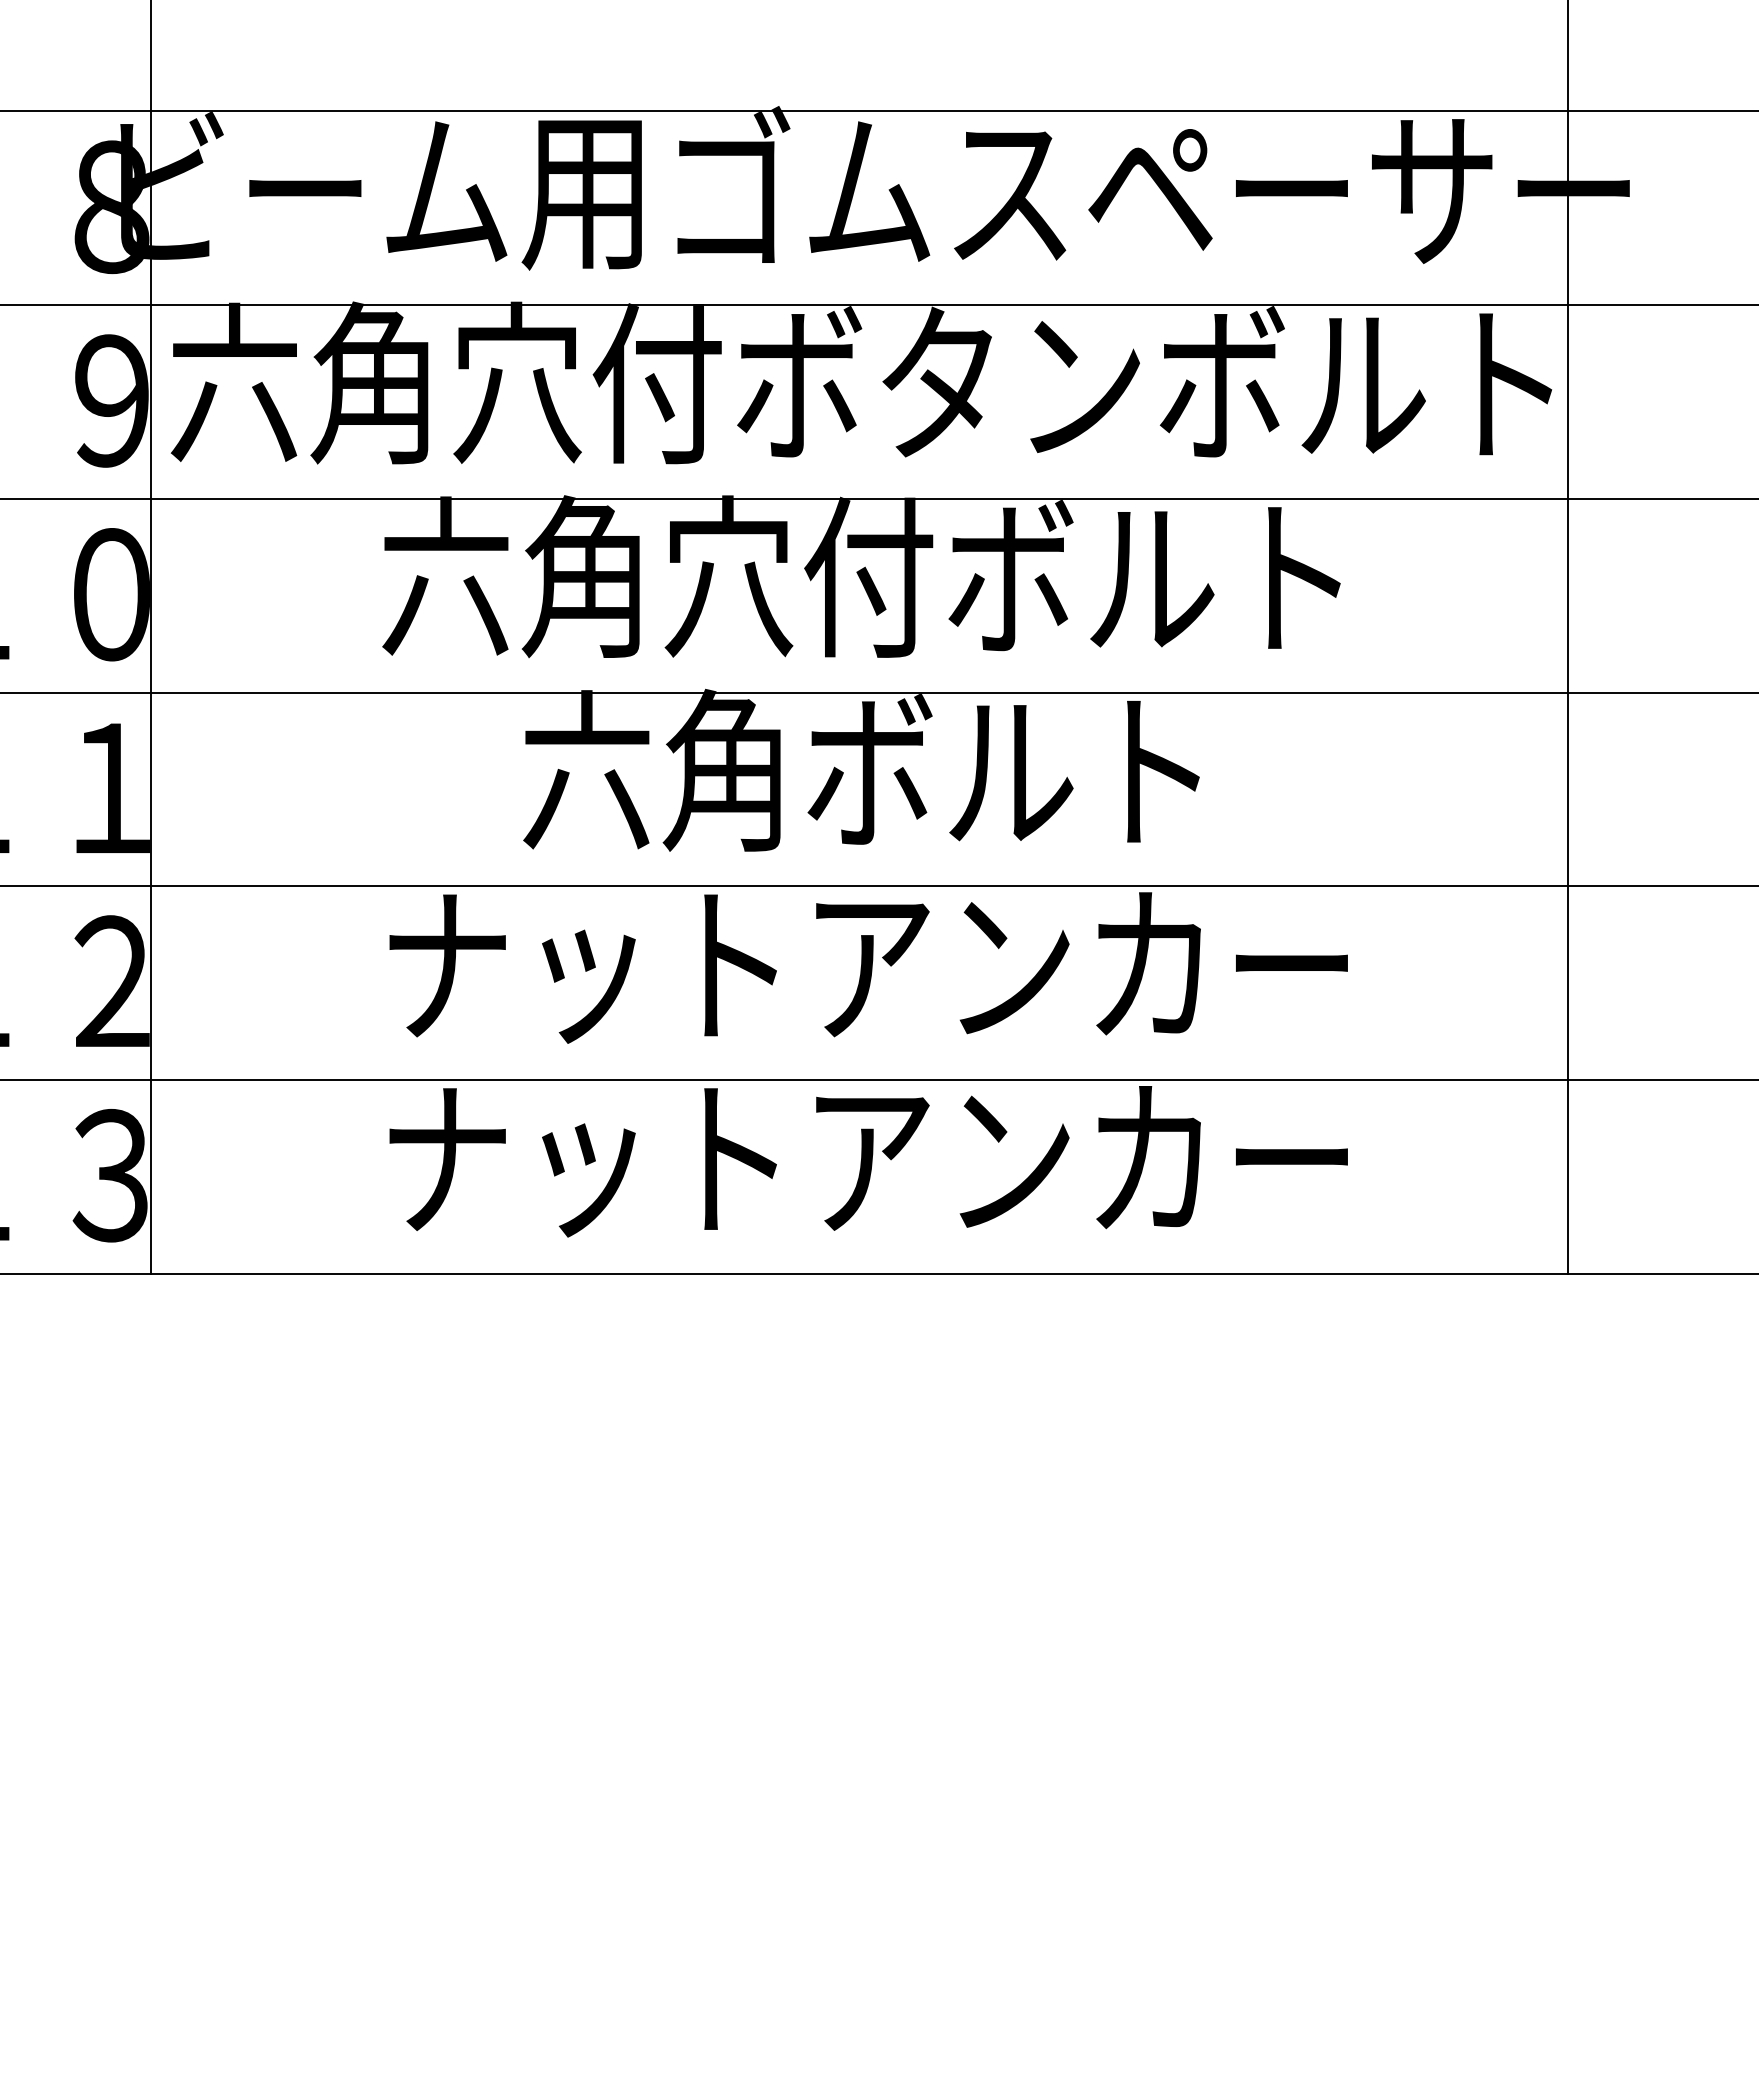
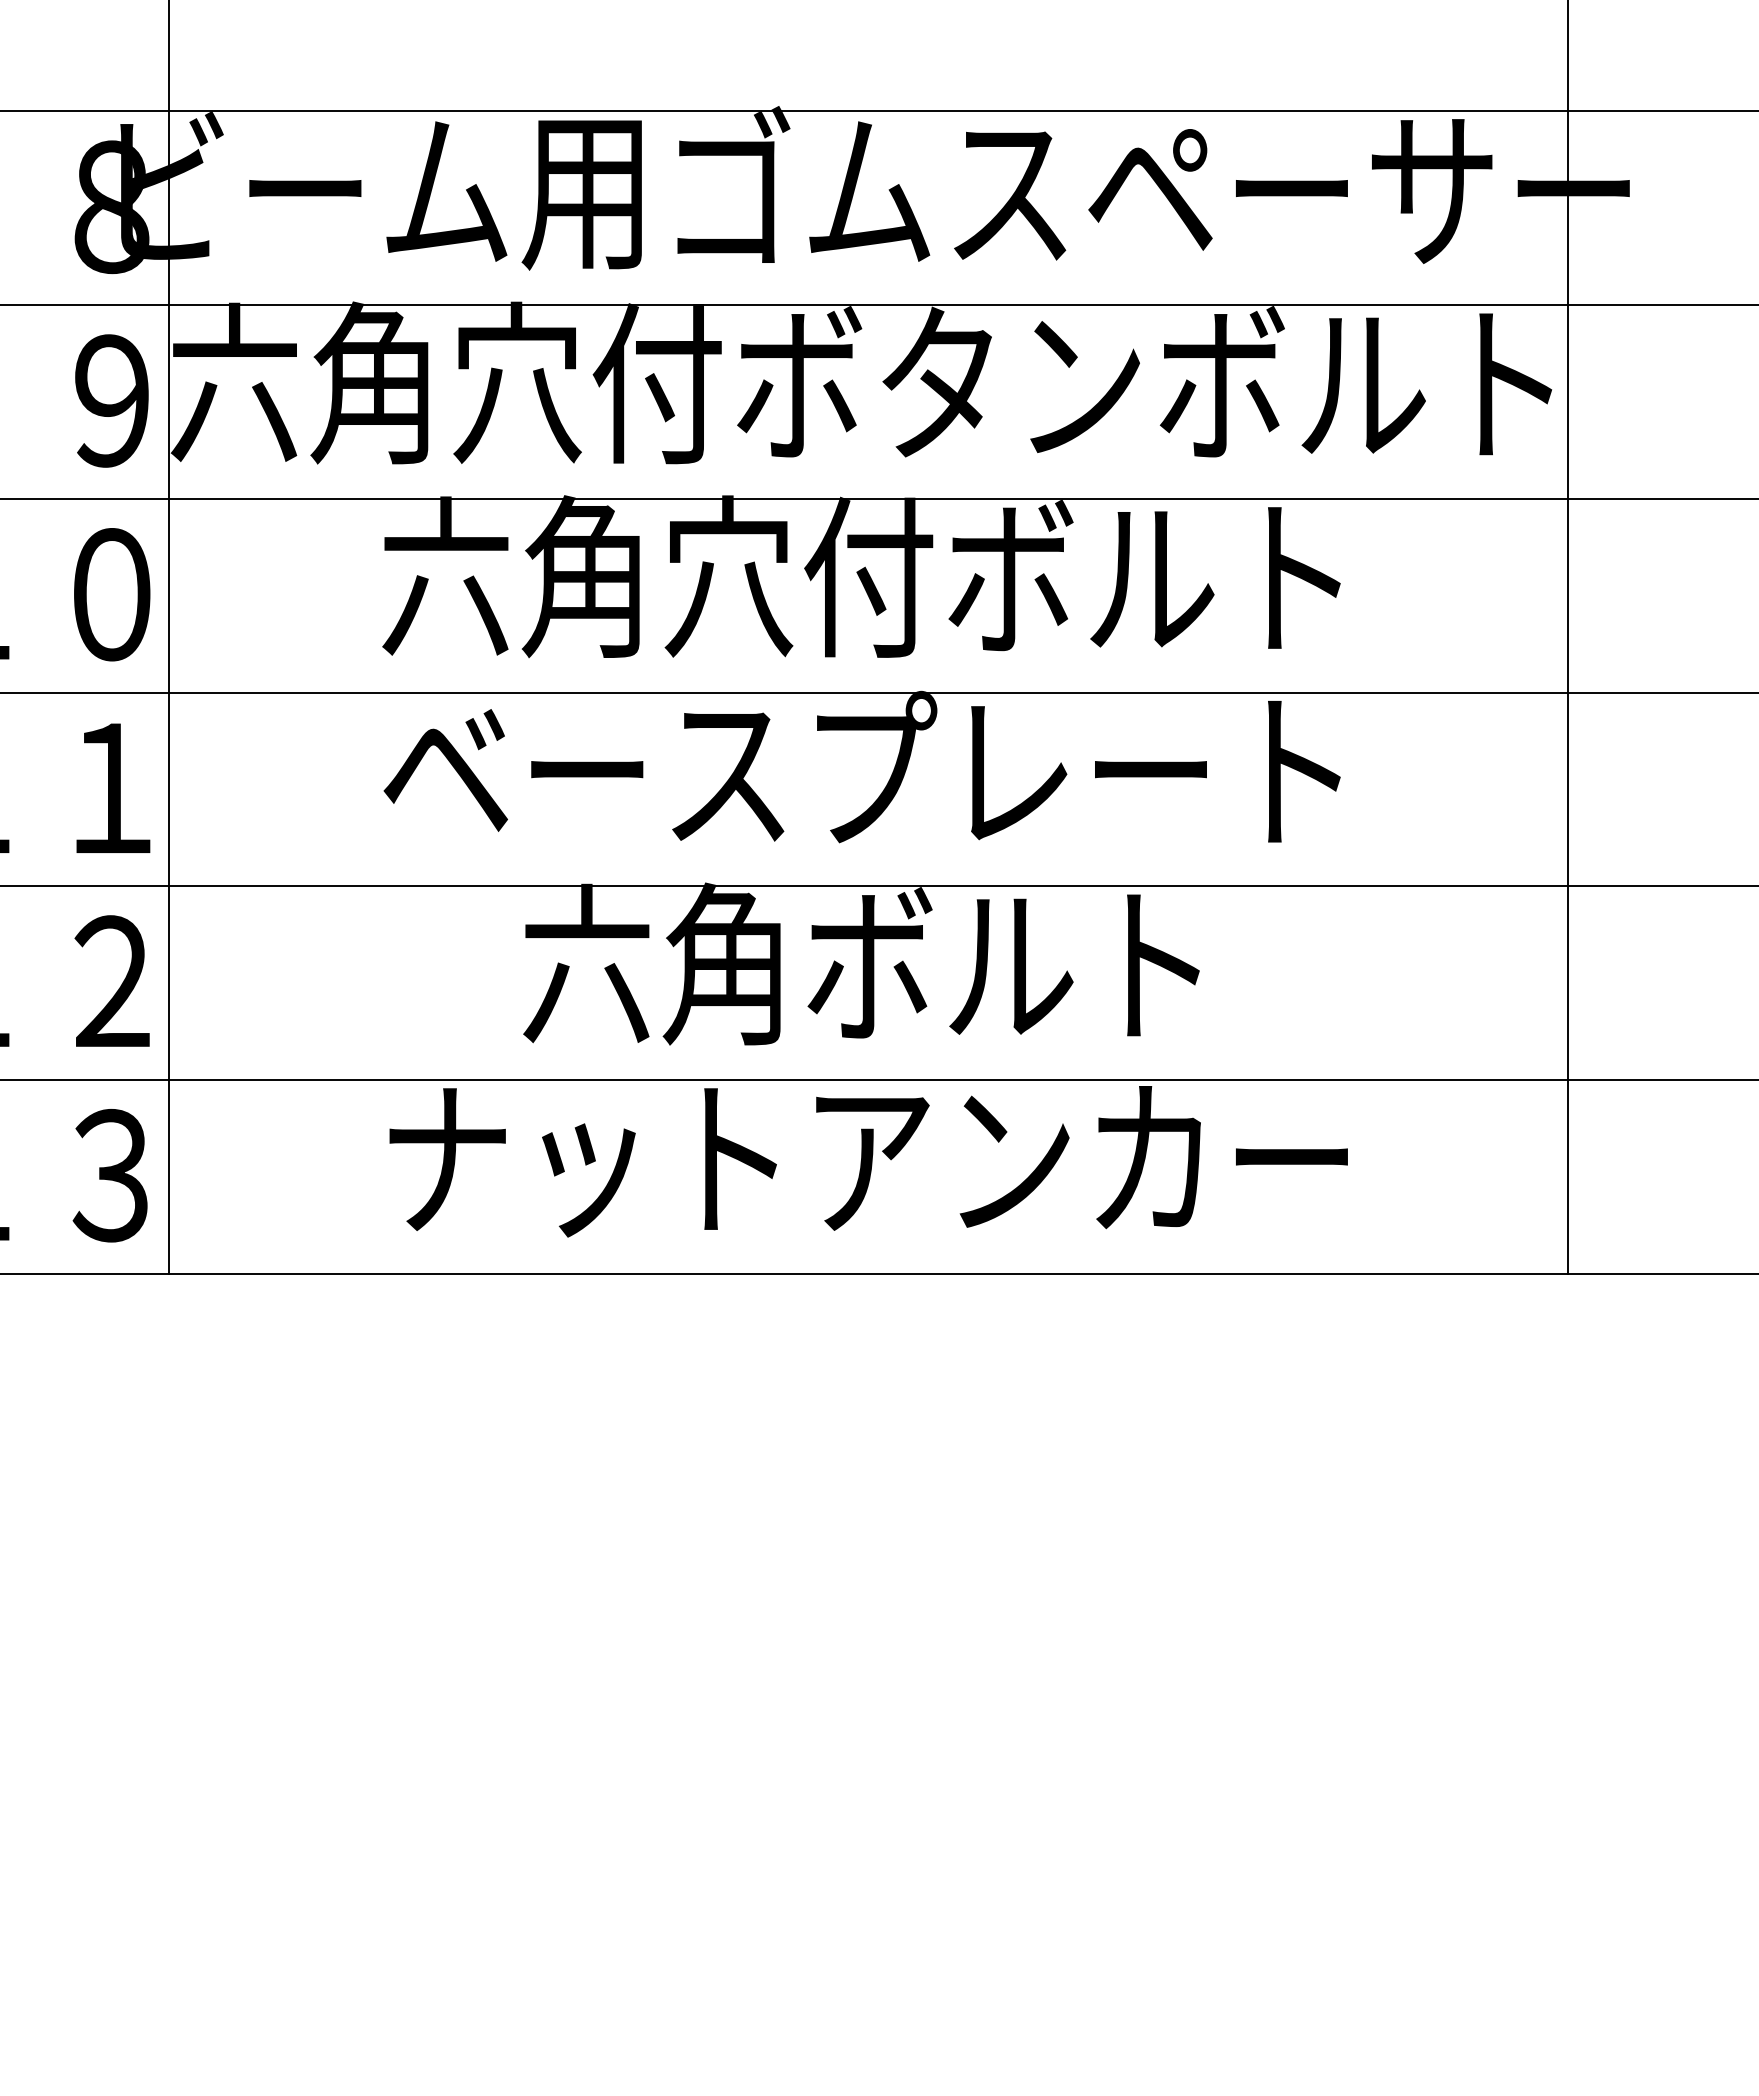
line at (150, 637) position: (150, 637) -> (168, 637)
text at (861, 769): 六角ボルト -> ベースプレート
text at (868, 963): ナットアンカー -> 六角ボルト
